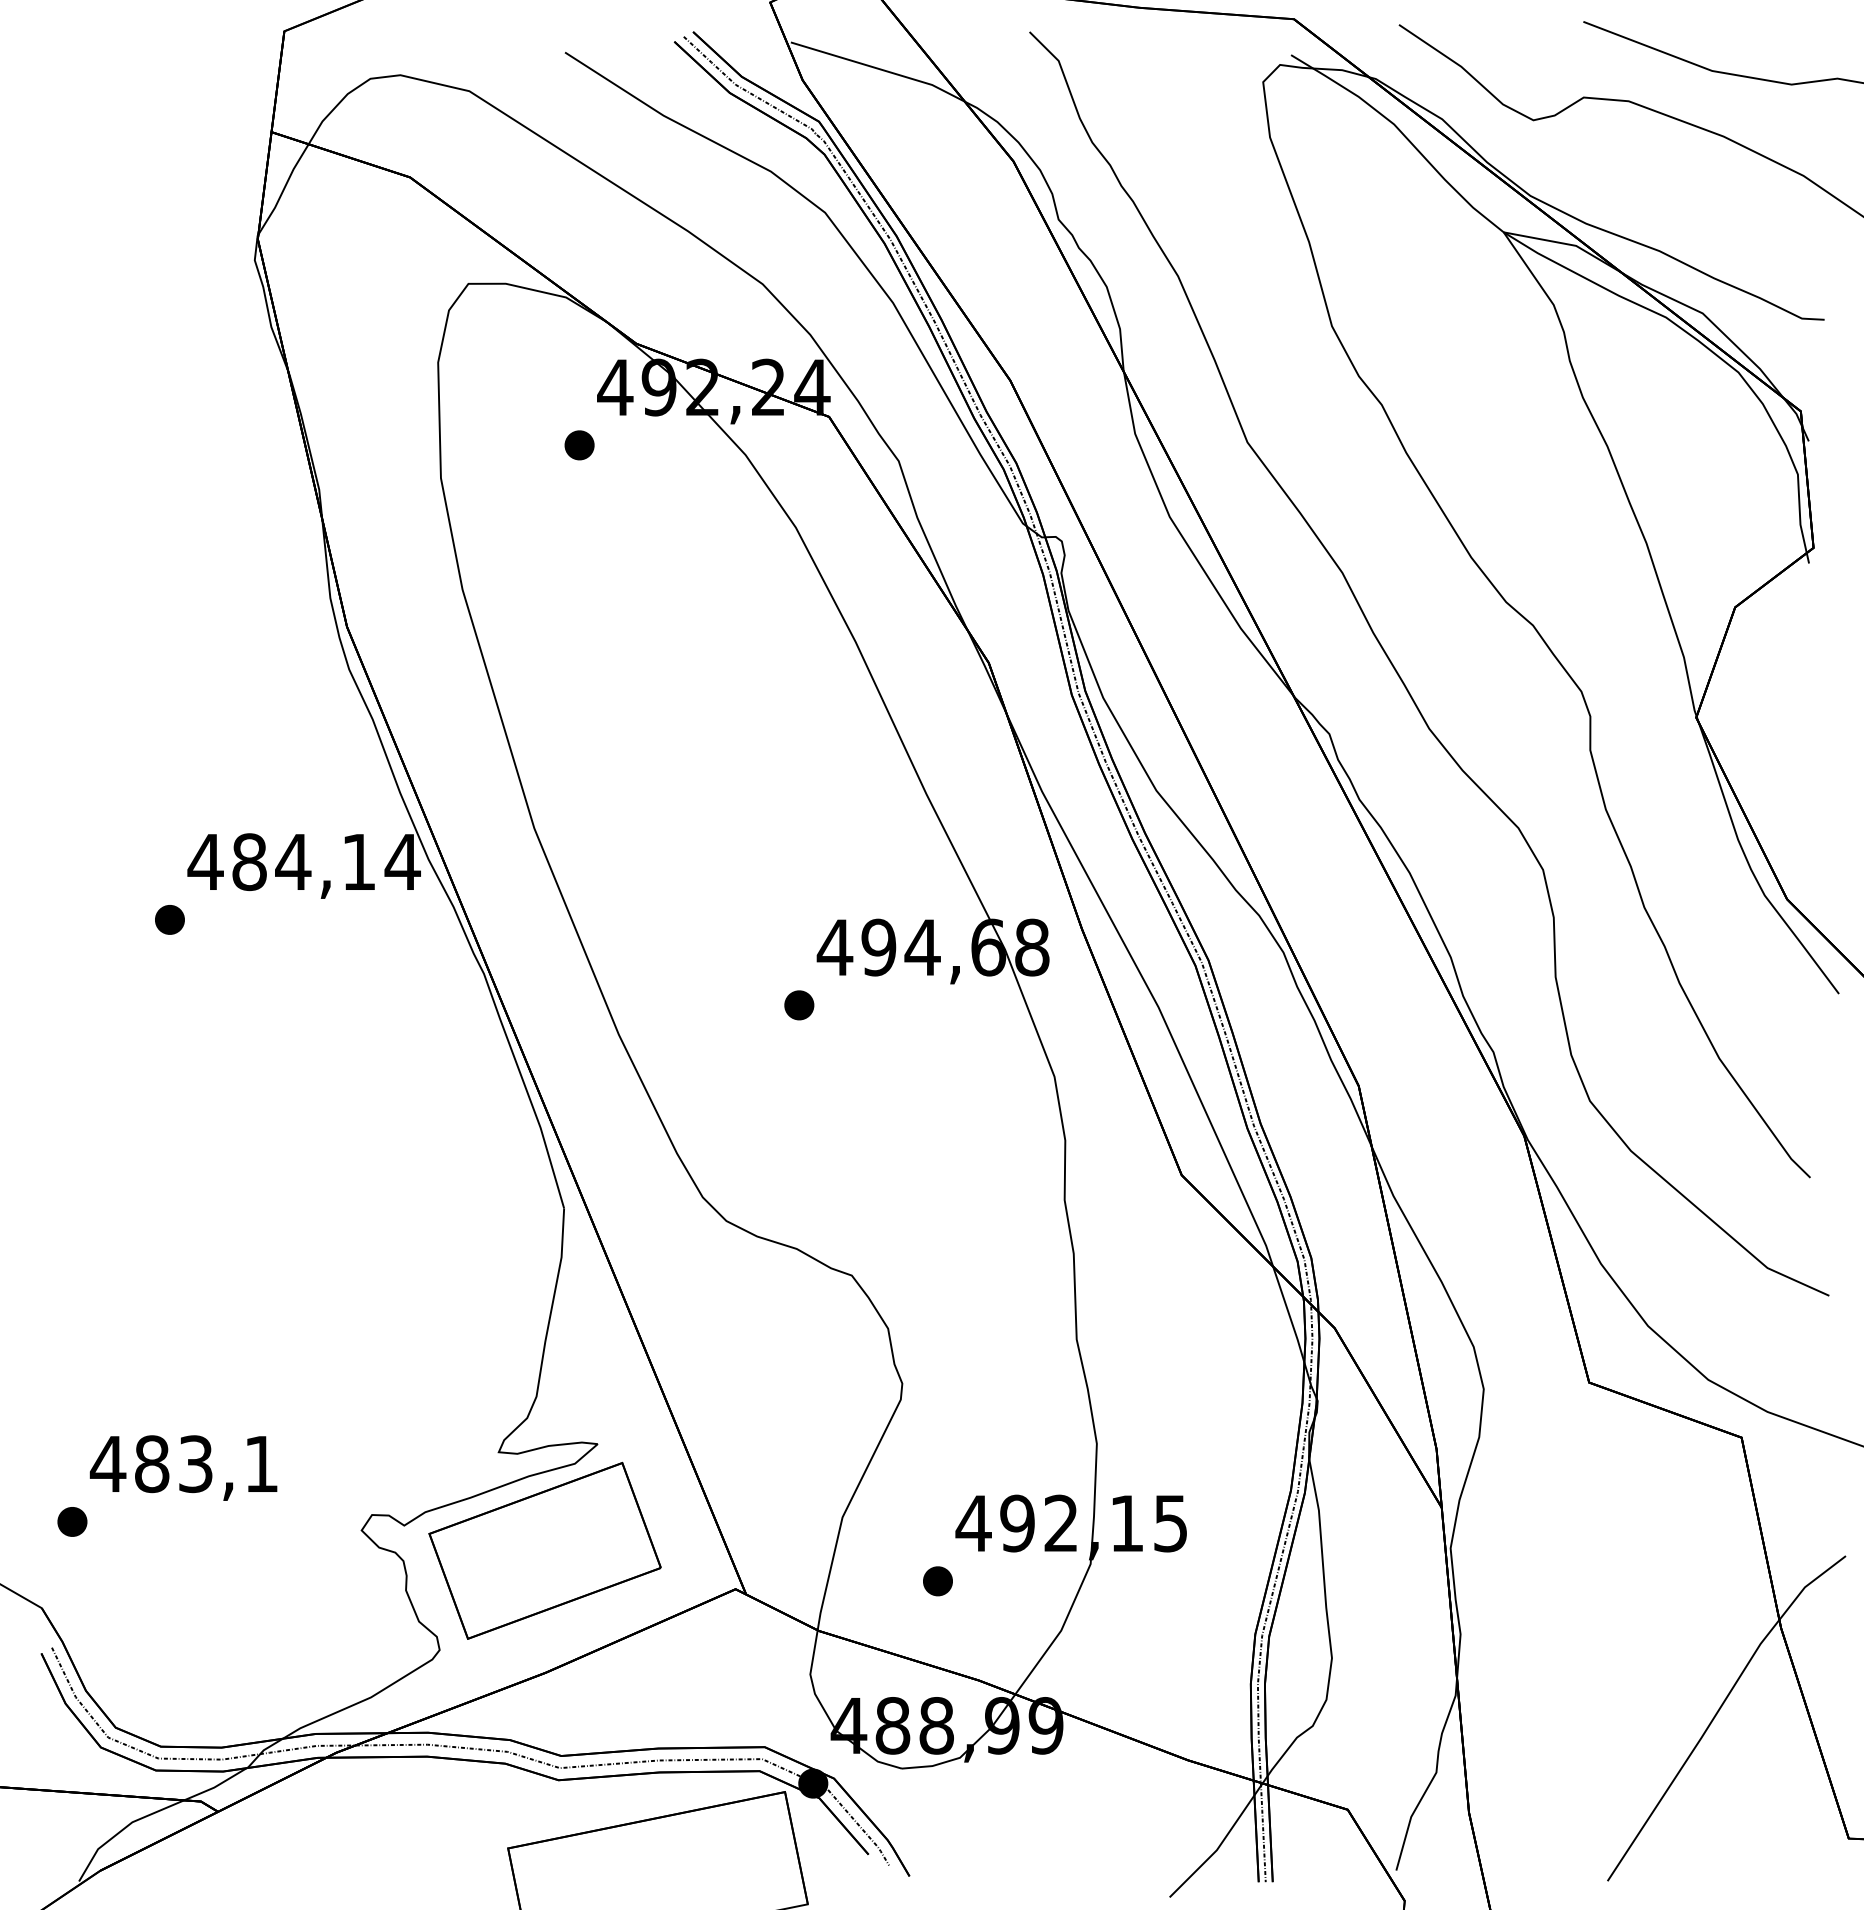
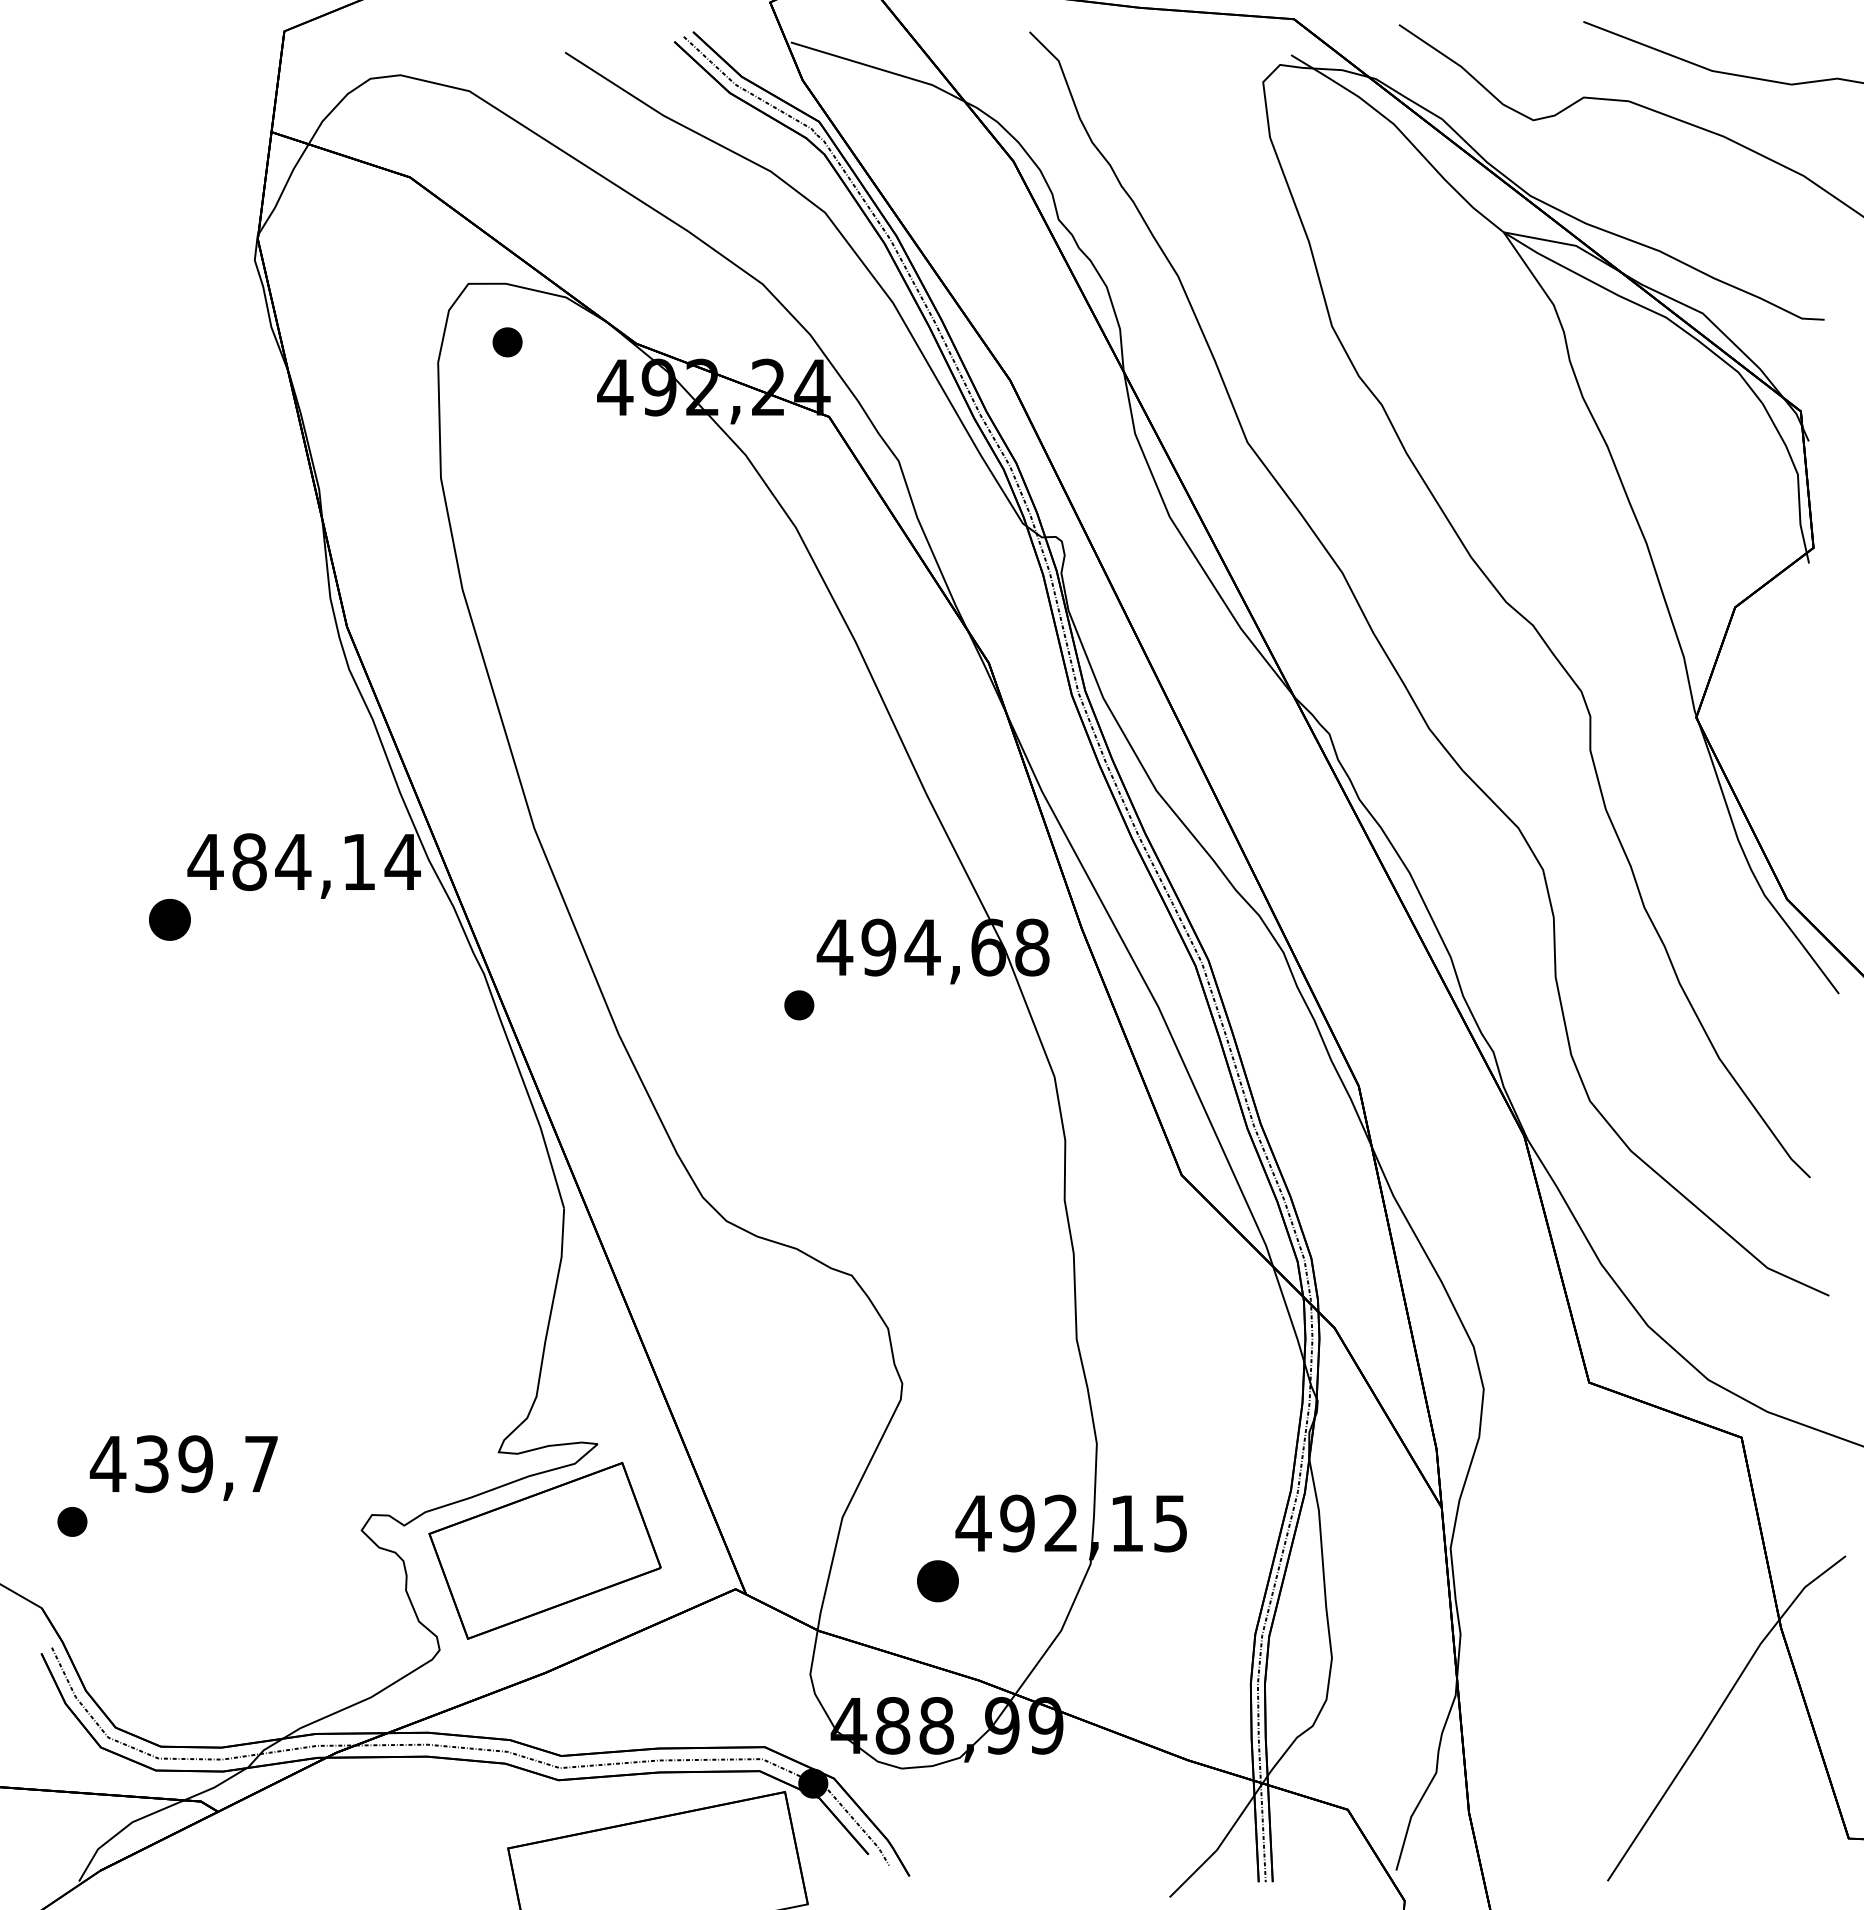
part at (579, 445) position: (579, 445) -> (507, 342)
part at (169, 919) size: 30x30 px -> 42x43 px
text at (206, 1464): 483,1 -> 439,7
part at (937, 1581) size: 30x31 px -> 42x43 px
